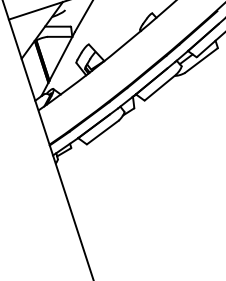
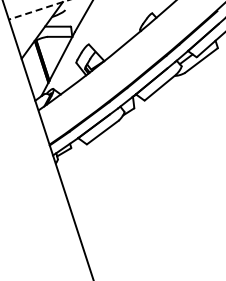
line at (38, 10): solid -> dashed
